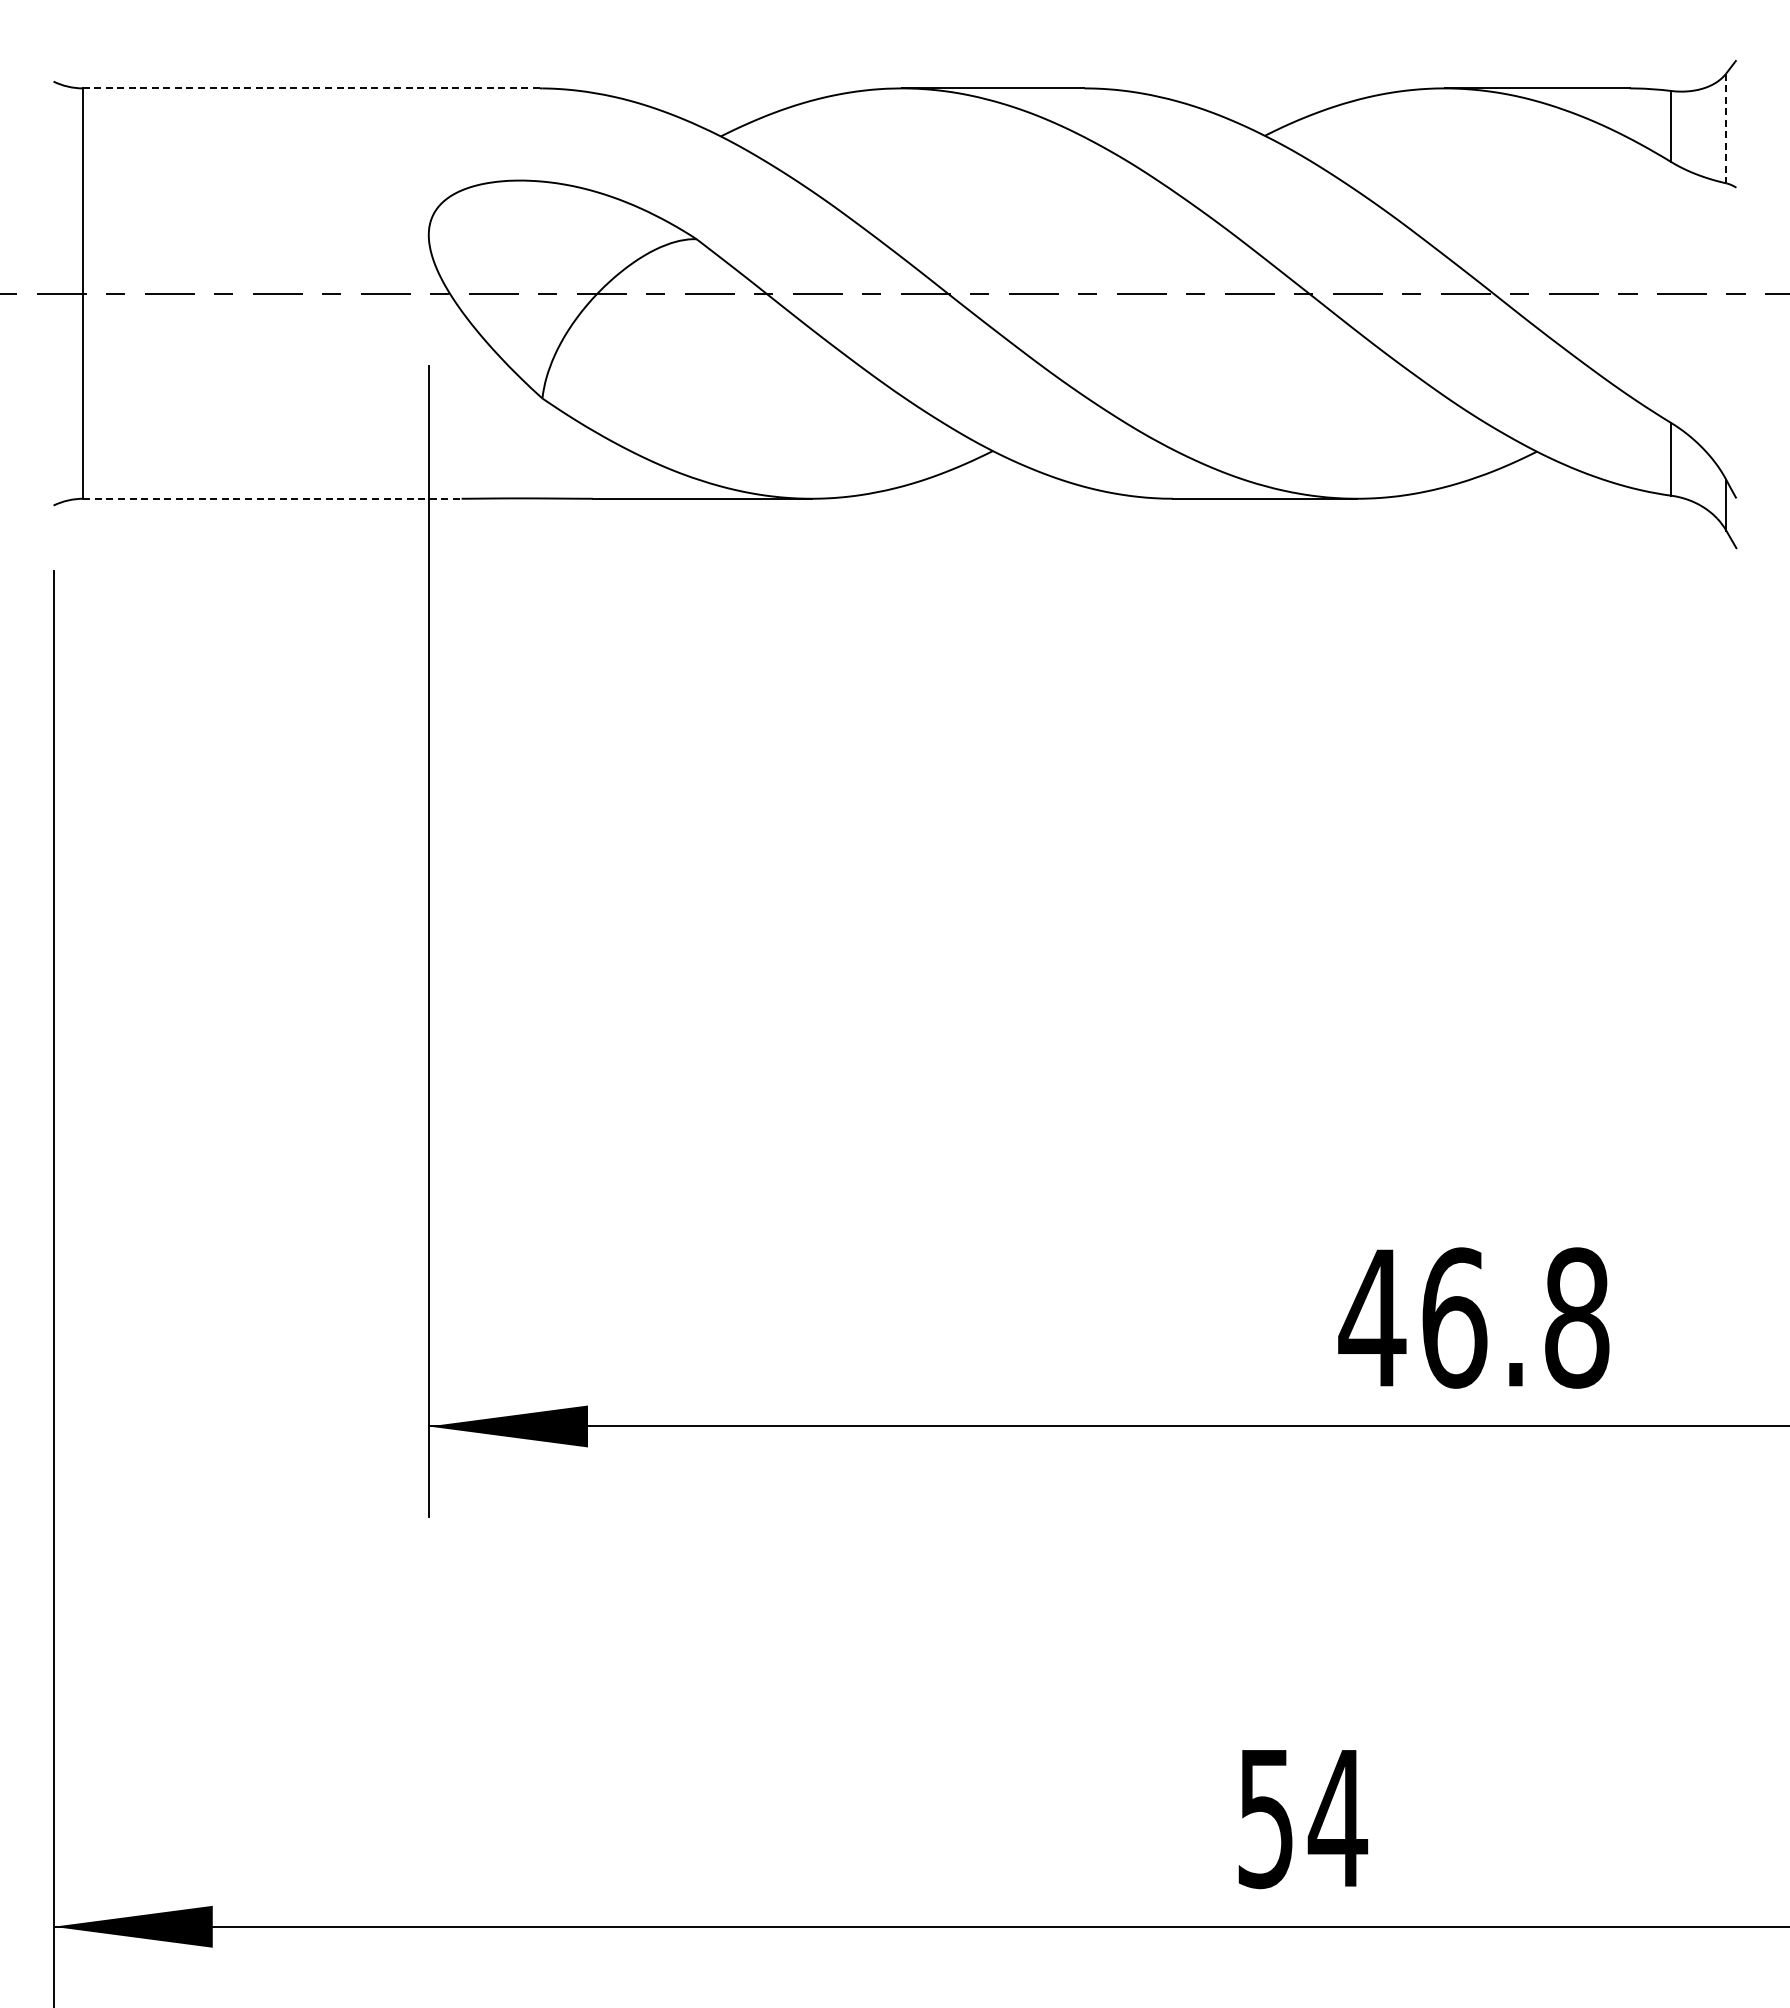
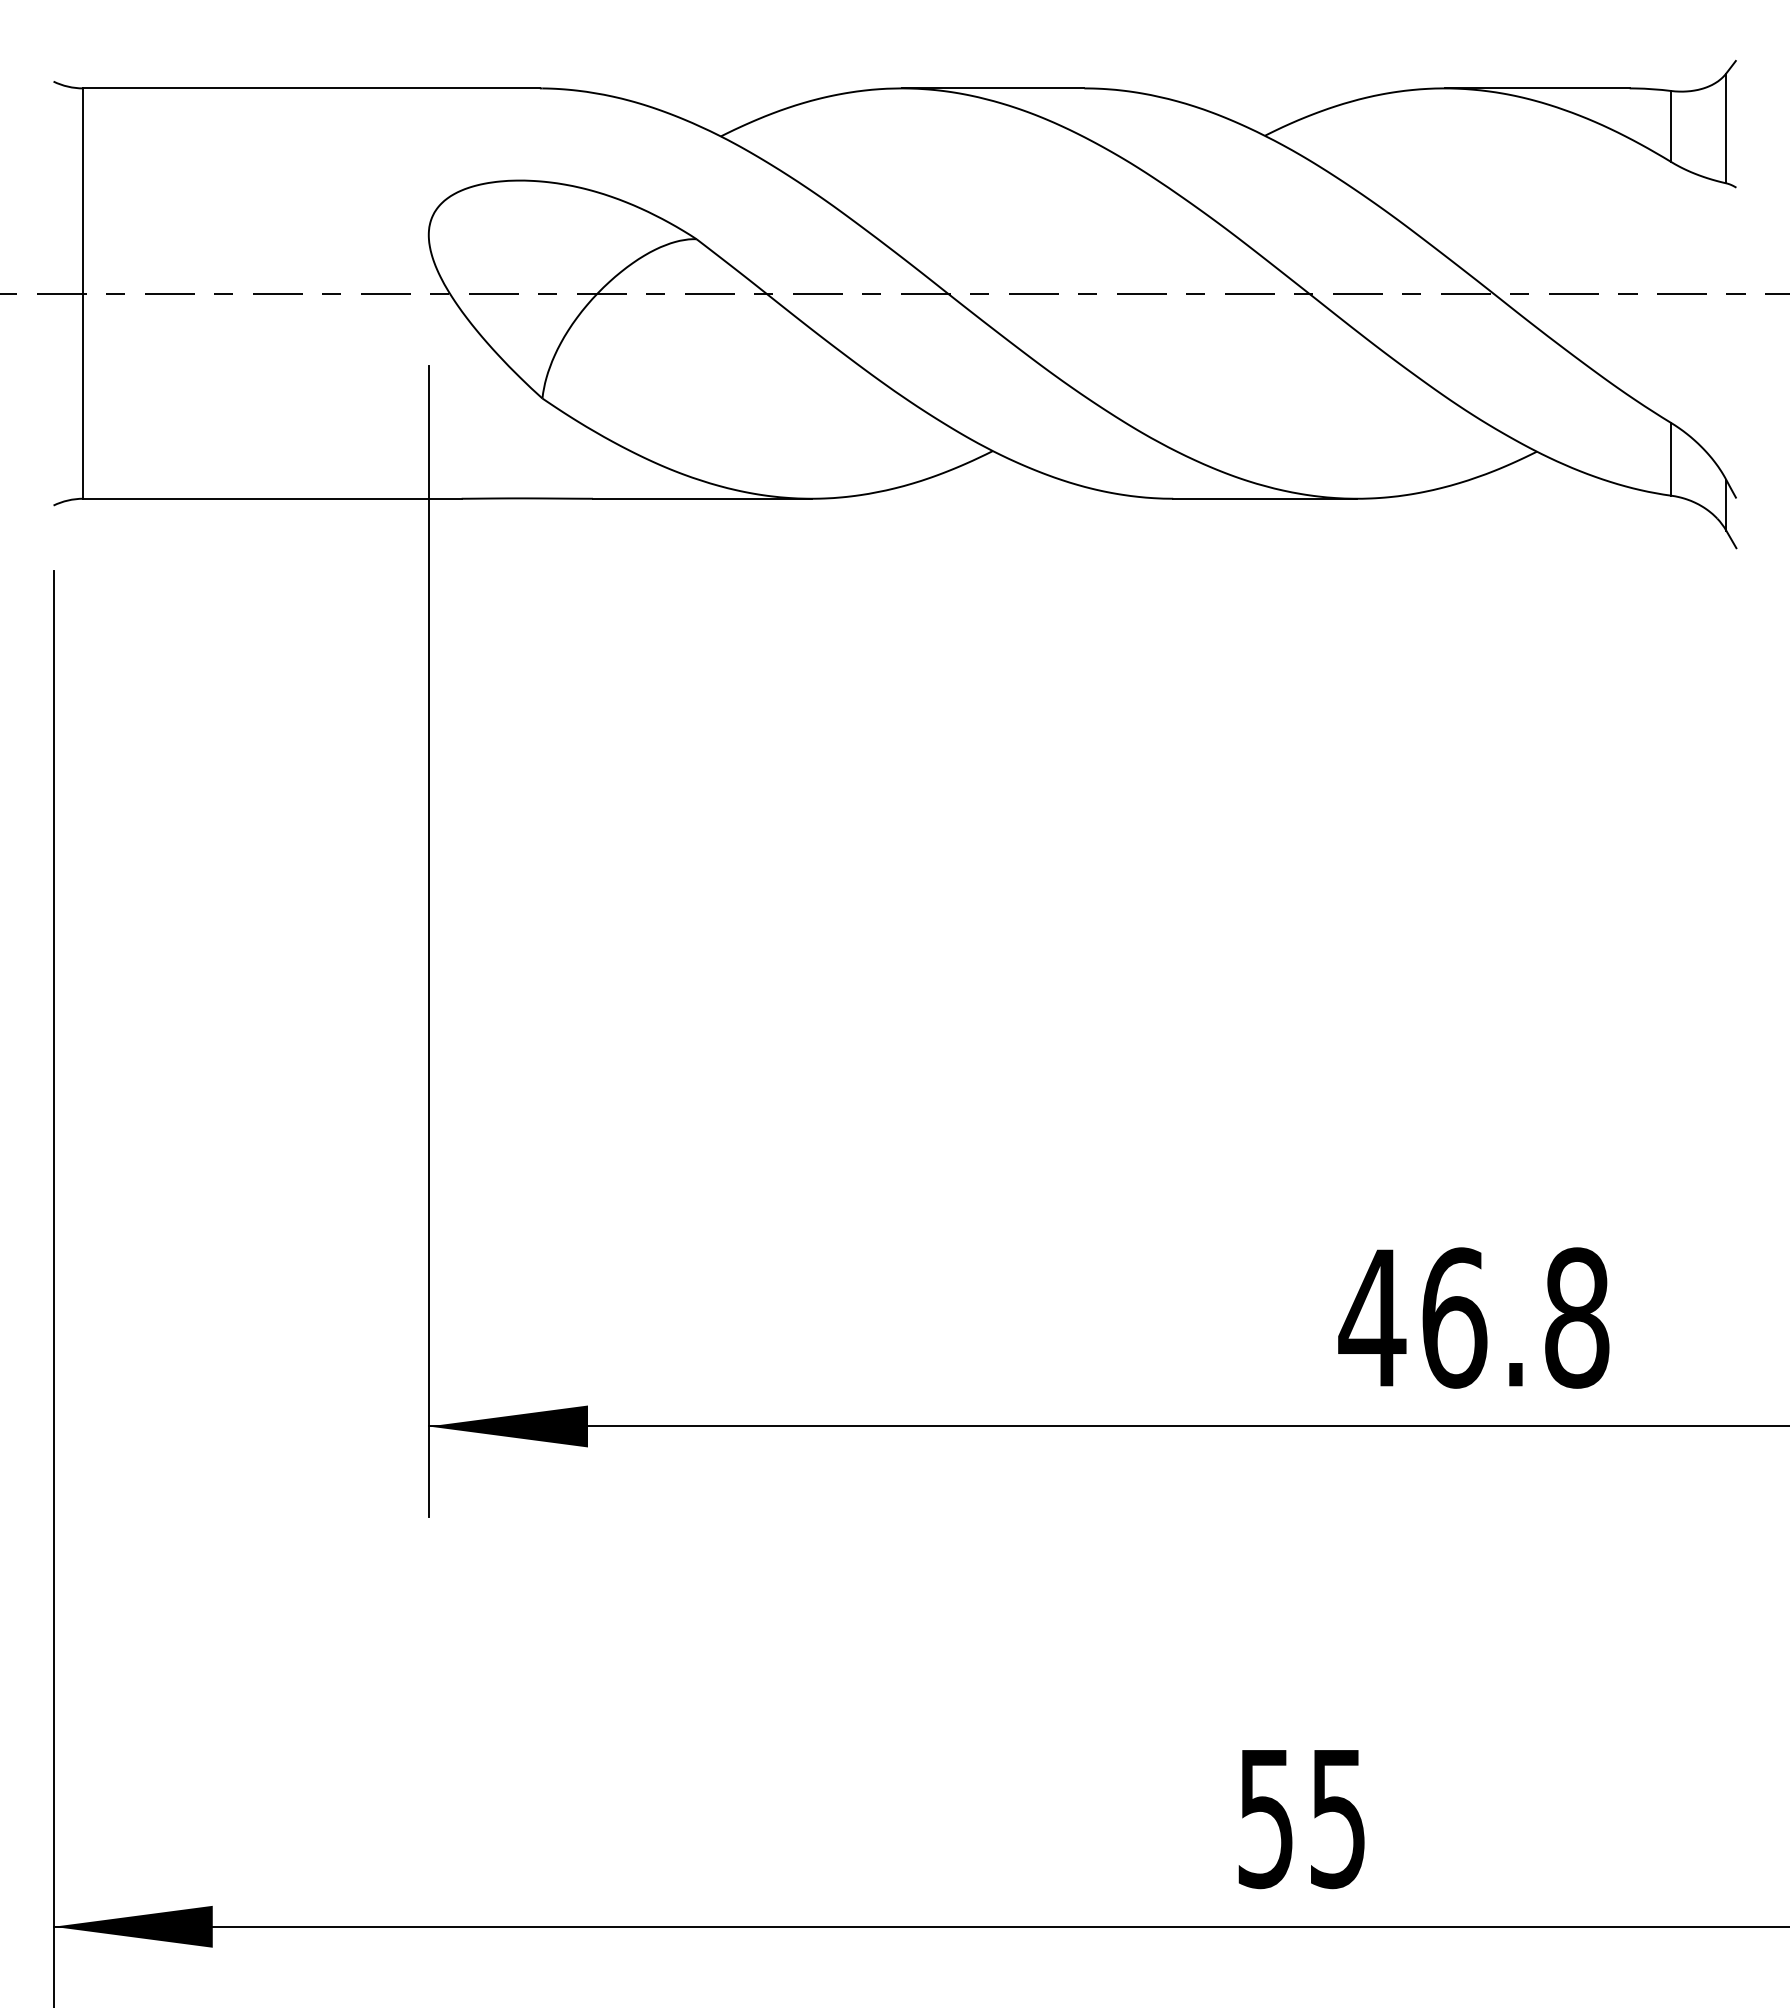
line at (311, 88): dashed -> solid
line at (1726, 128): dashed -> solid
line at (273, 498): dashed -> solid
text at (1337, 1819): 54 -> 55
